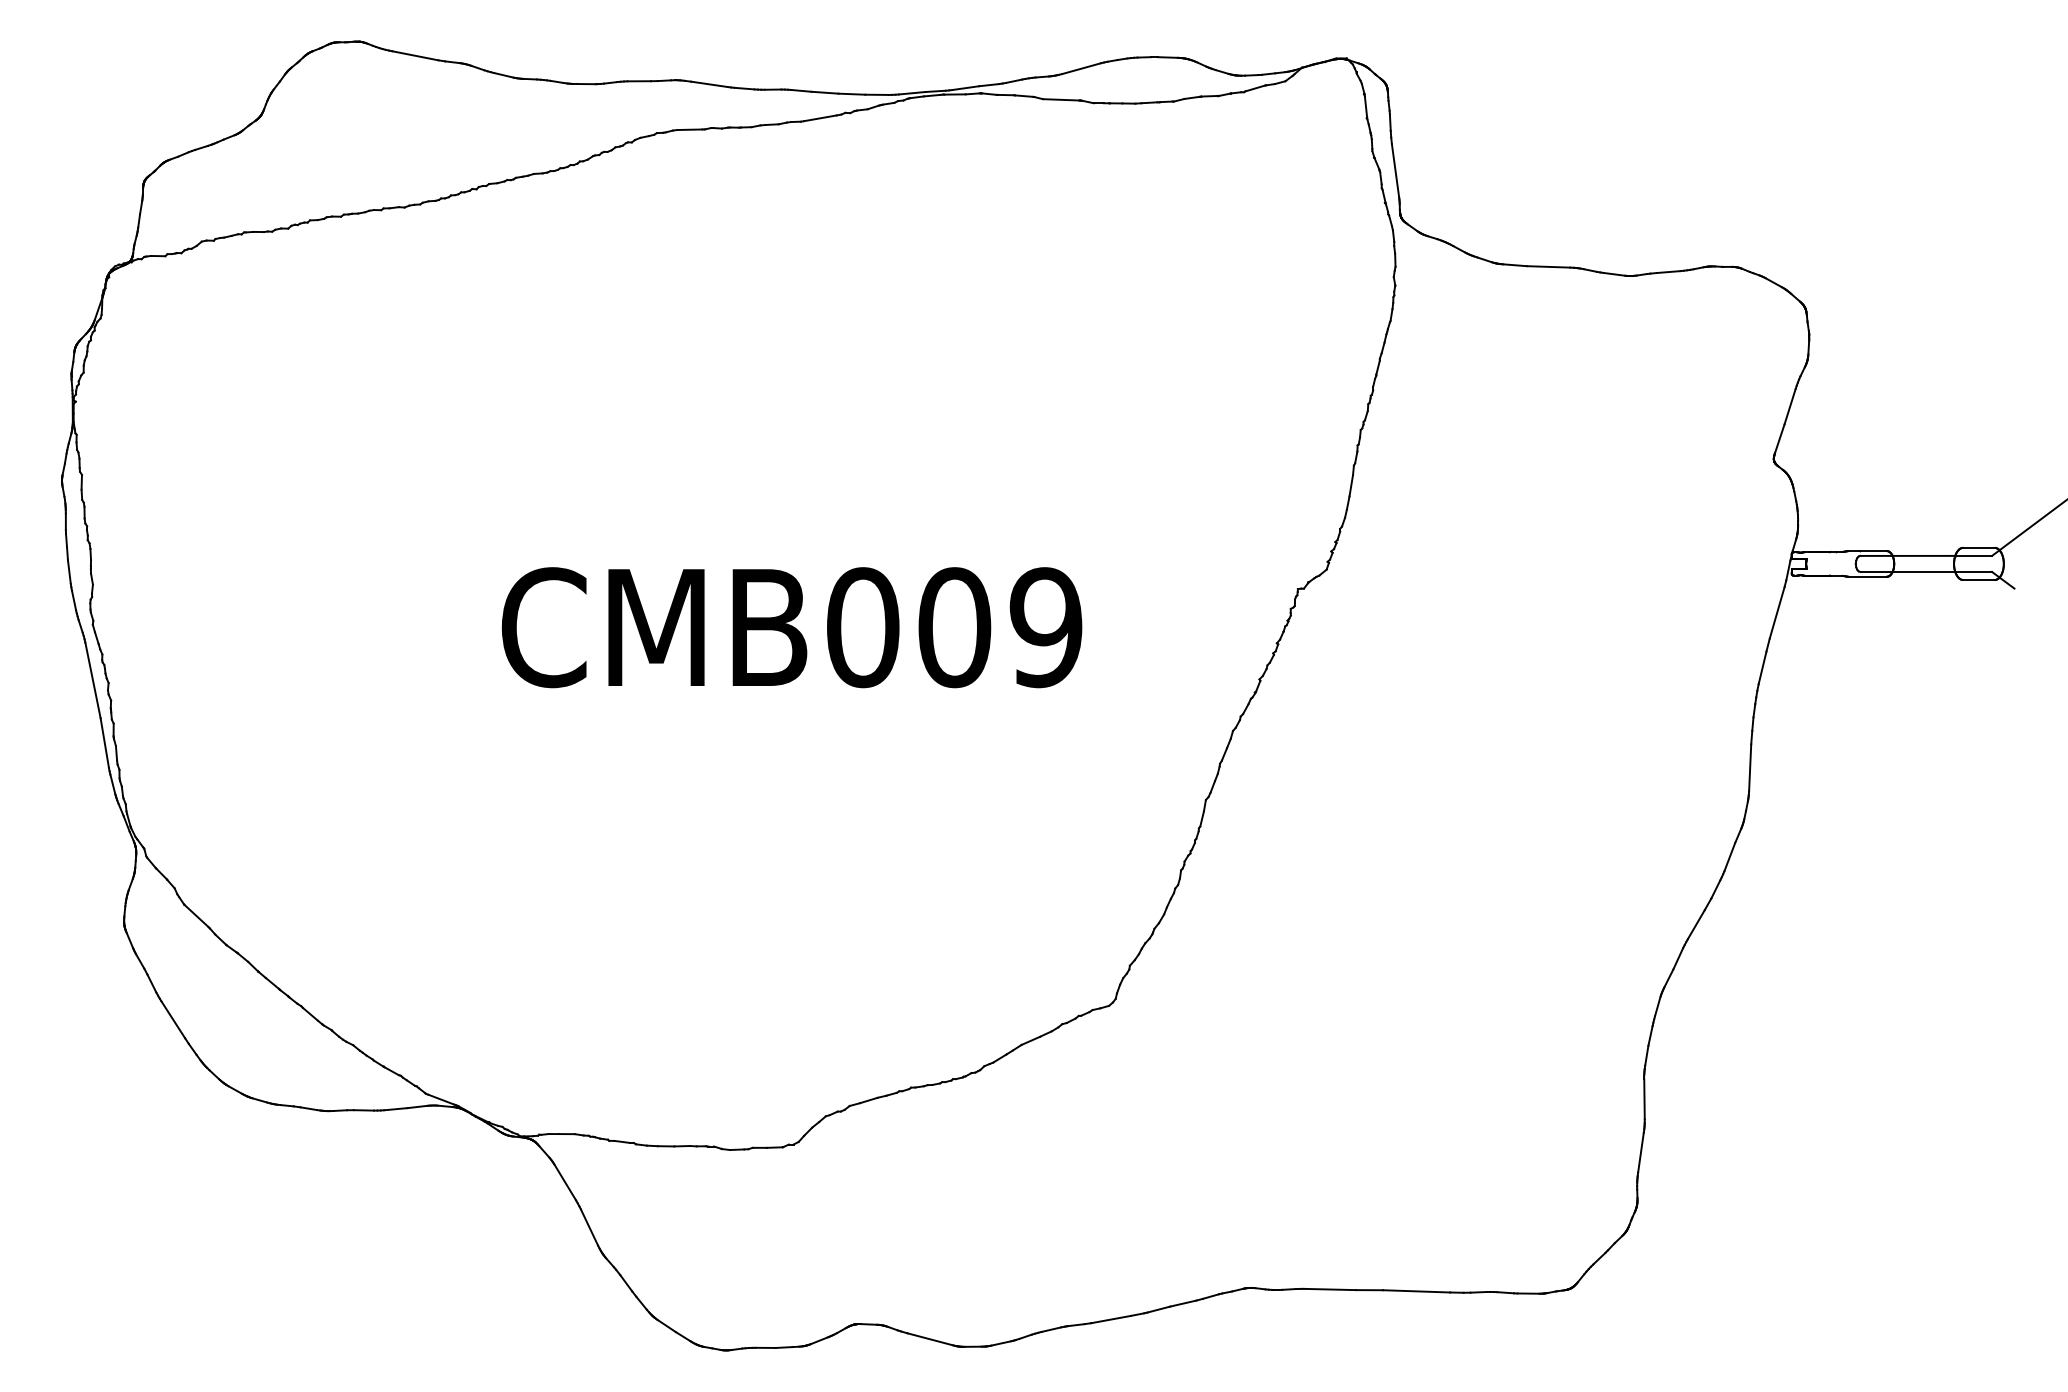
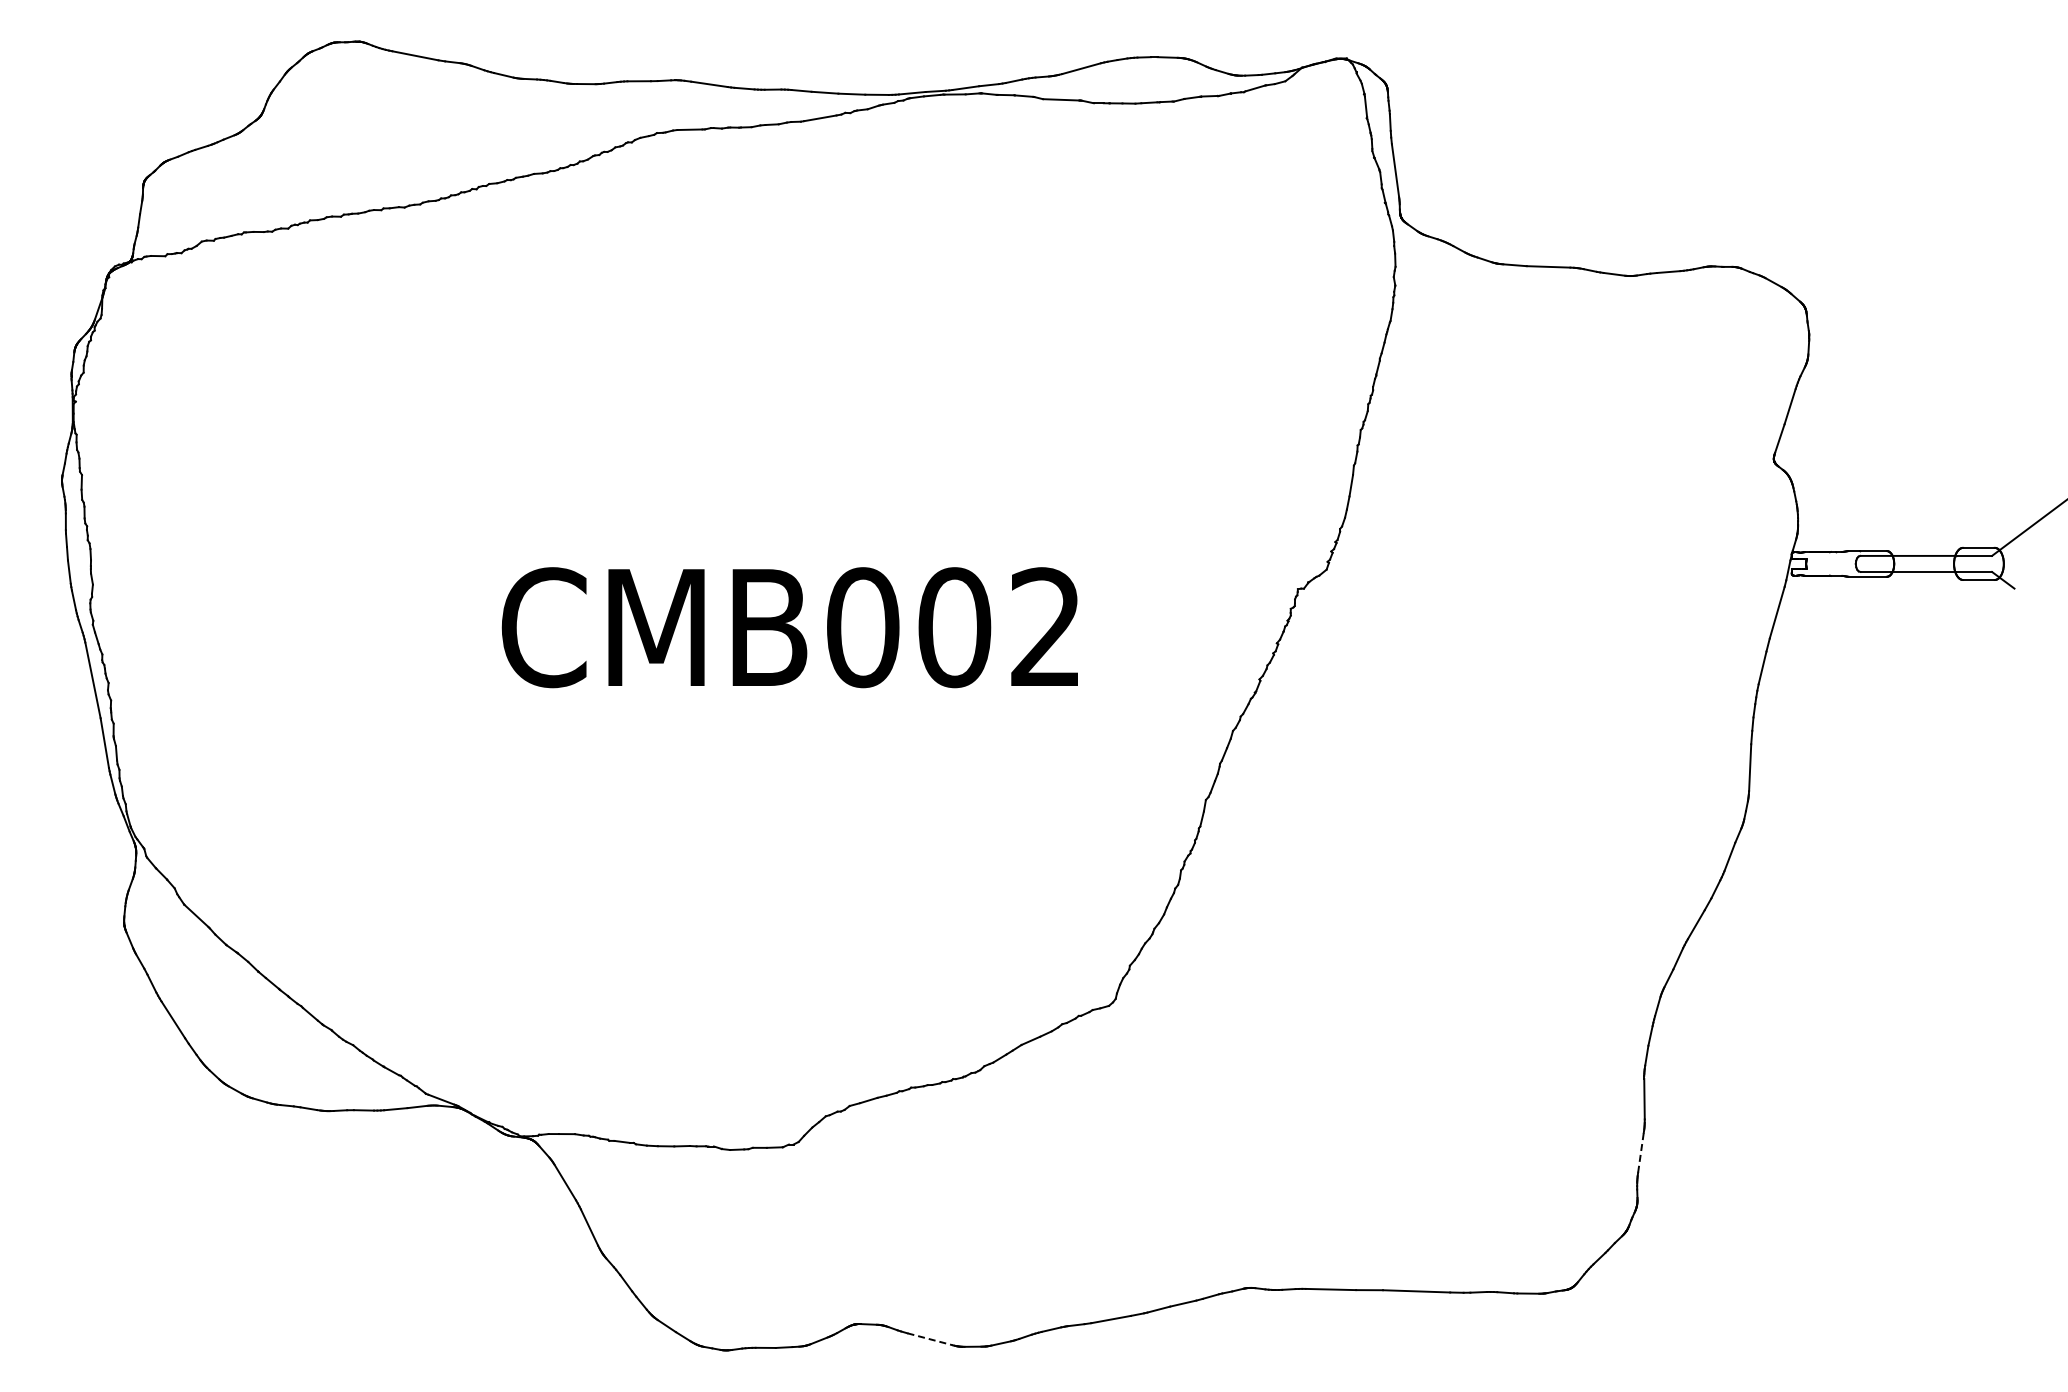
text at (1045, 627): CMB009 -> CMB002
line at (1641, 1152): solid -> dashed
line at (930, 1339): solid -> dashed
